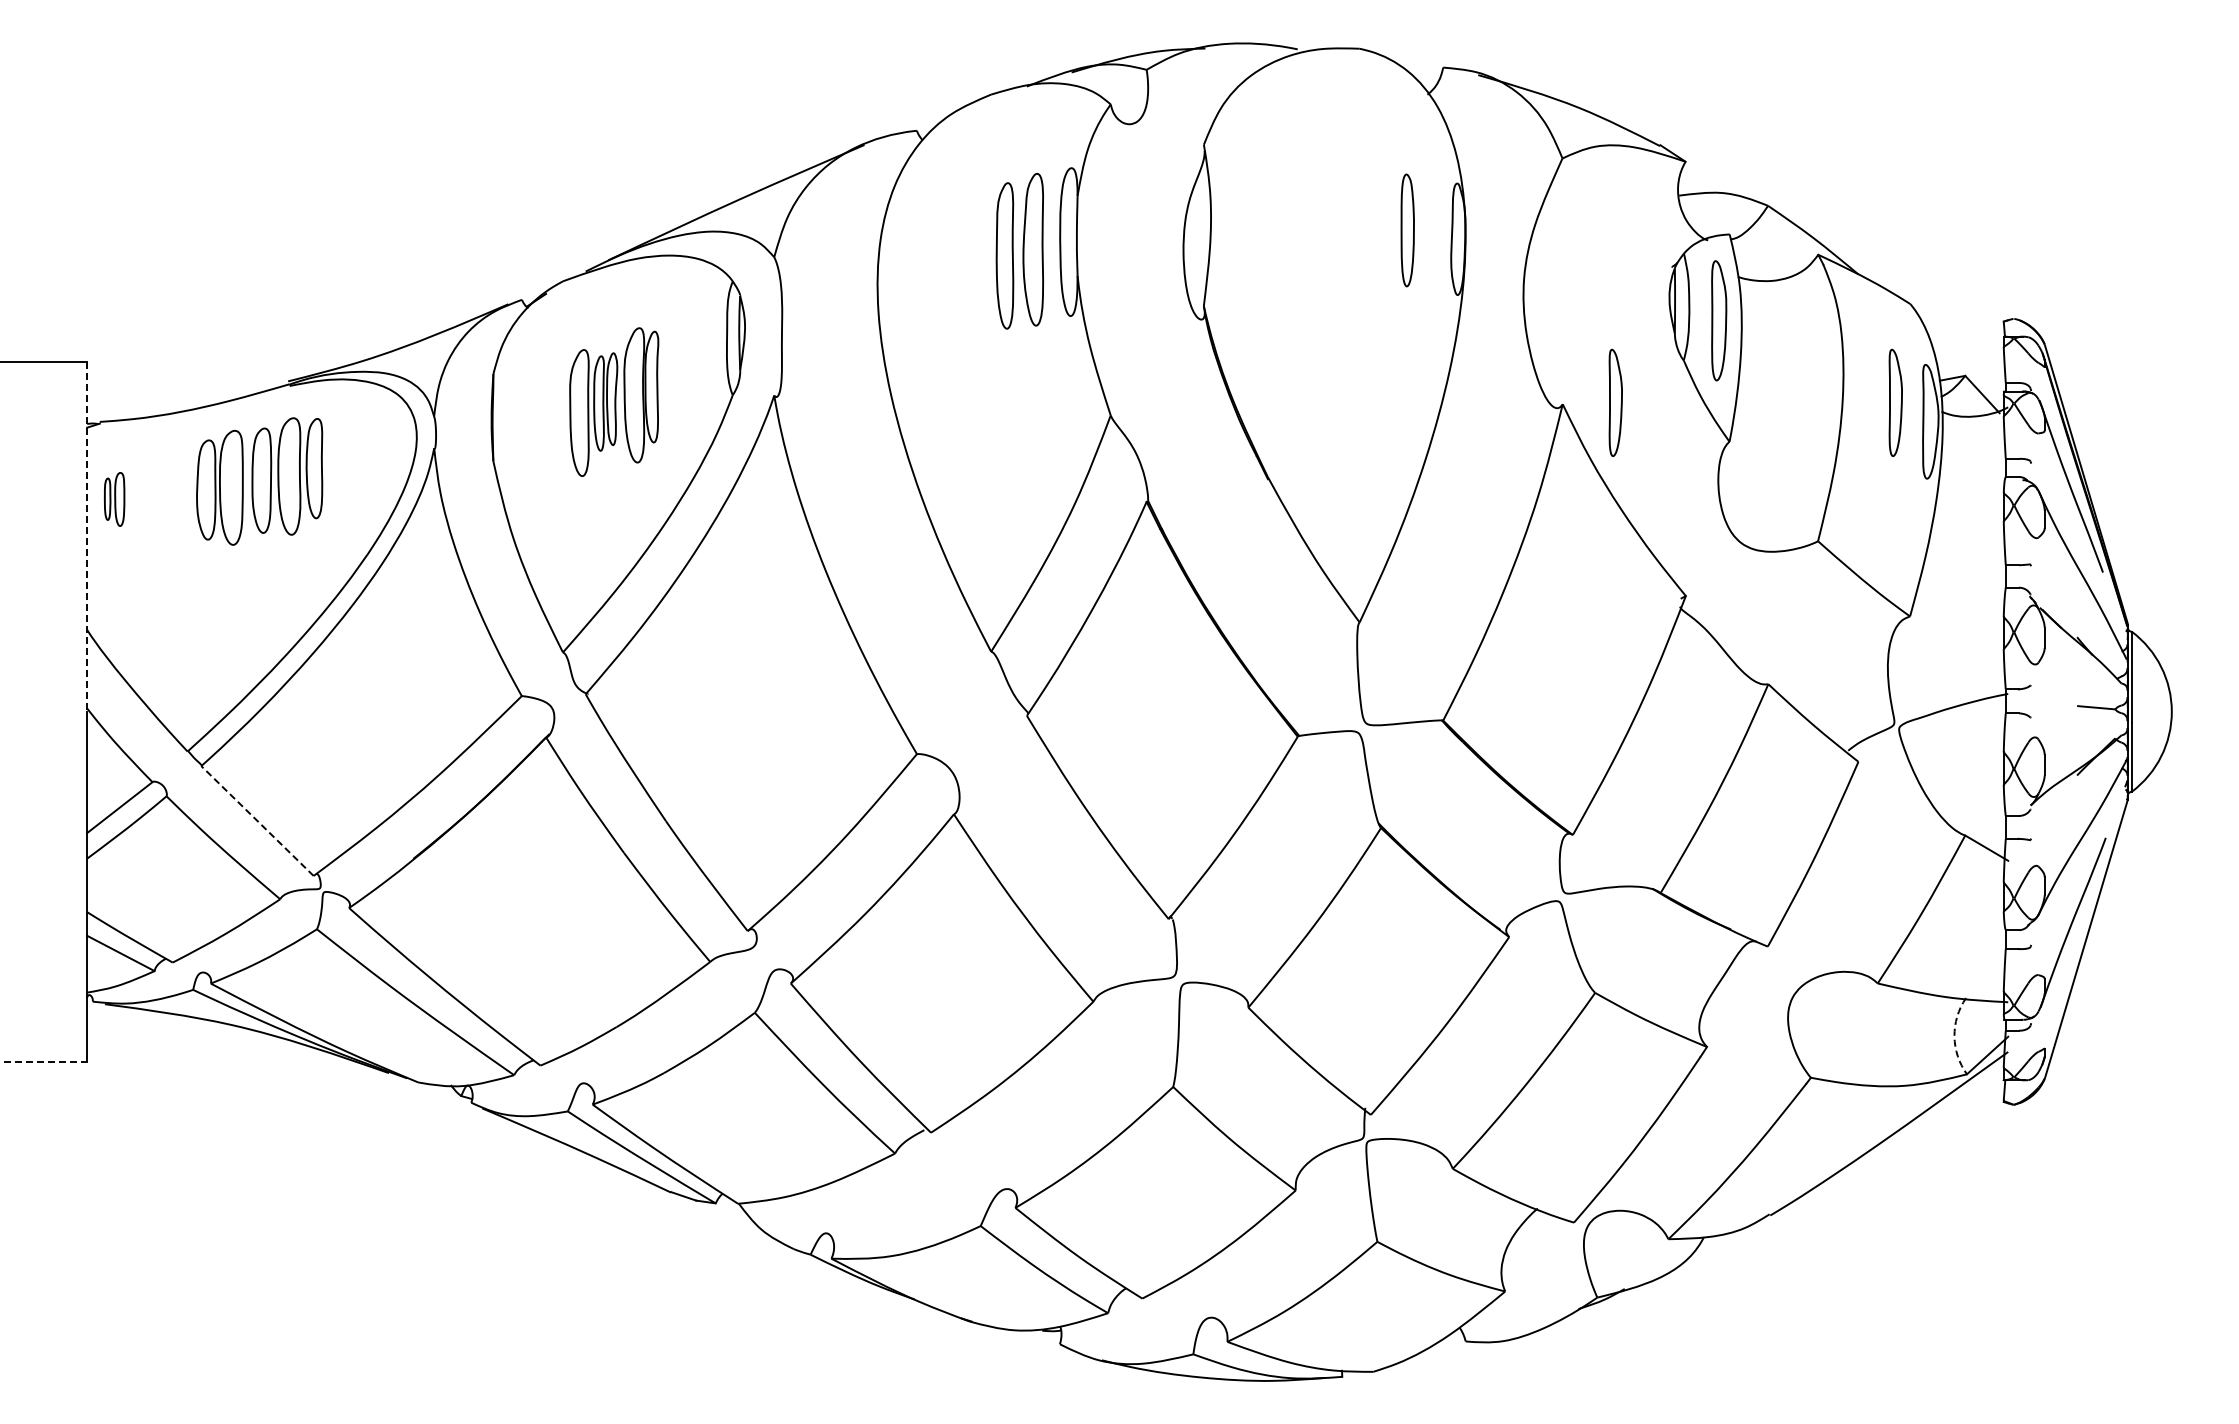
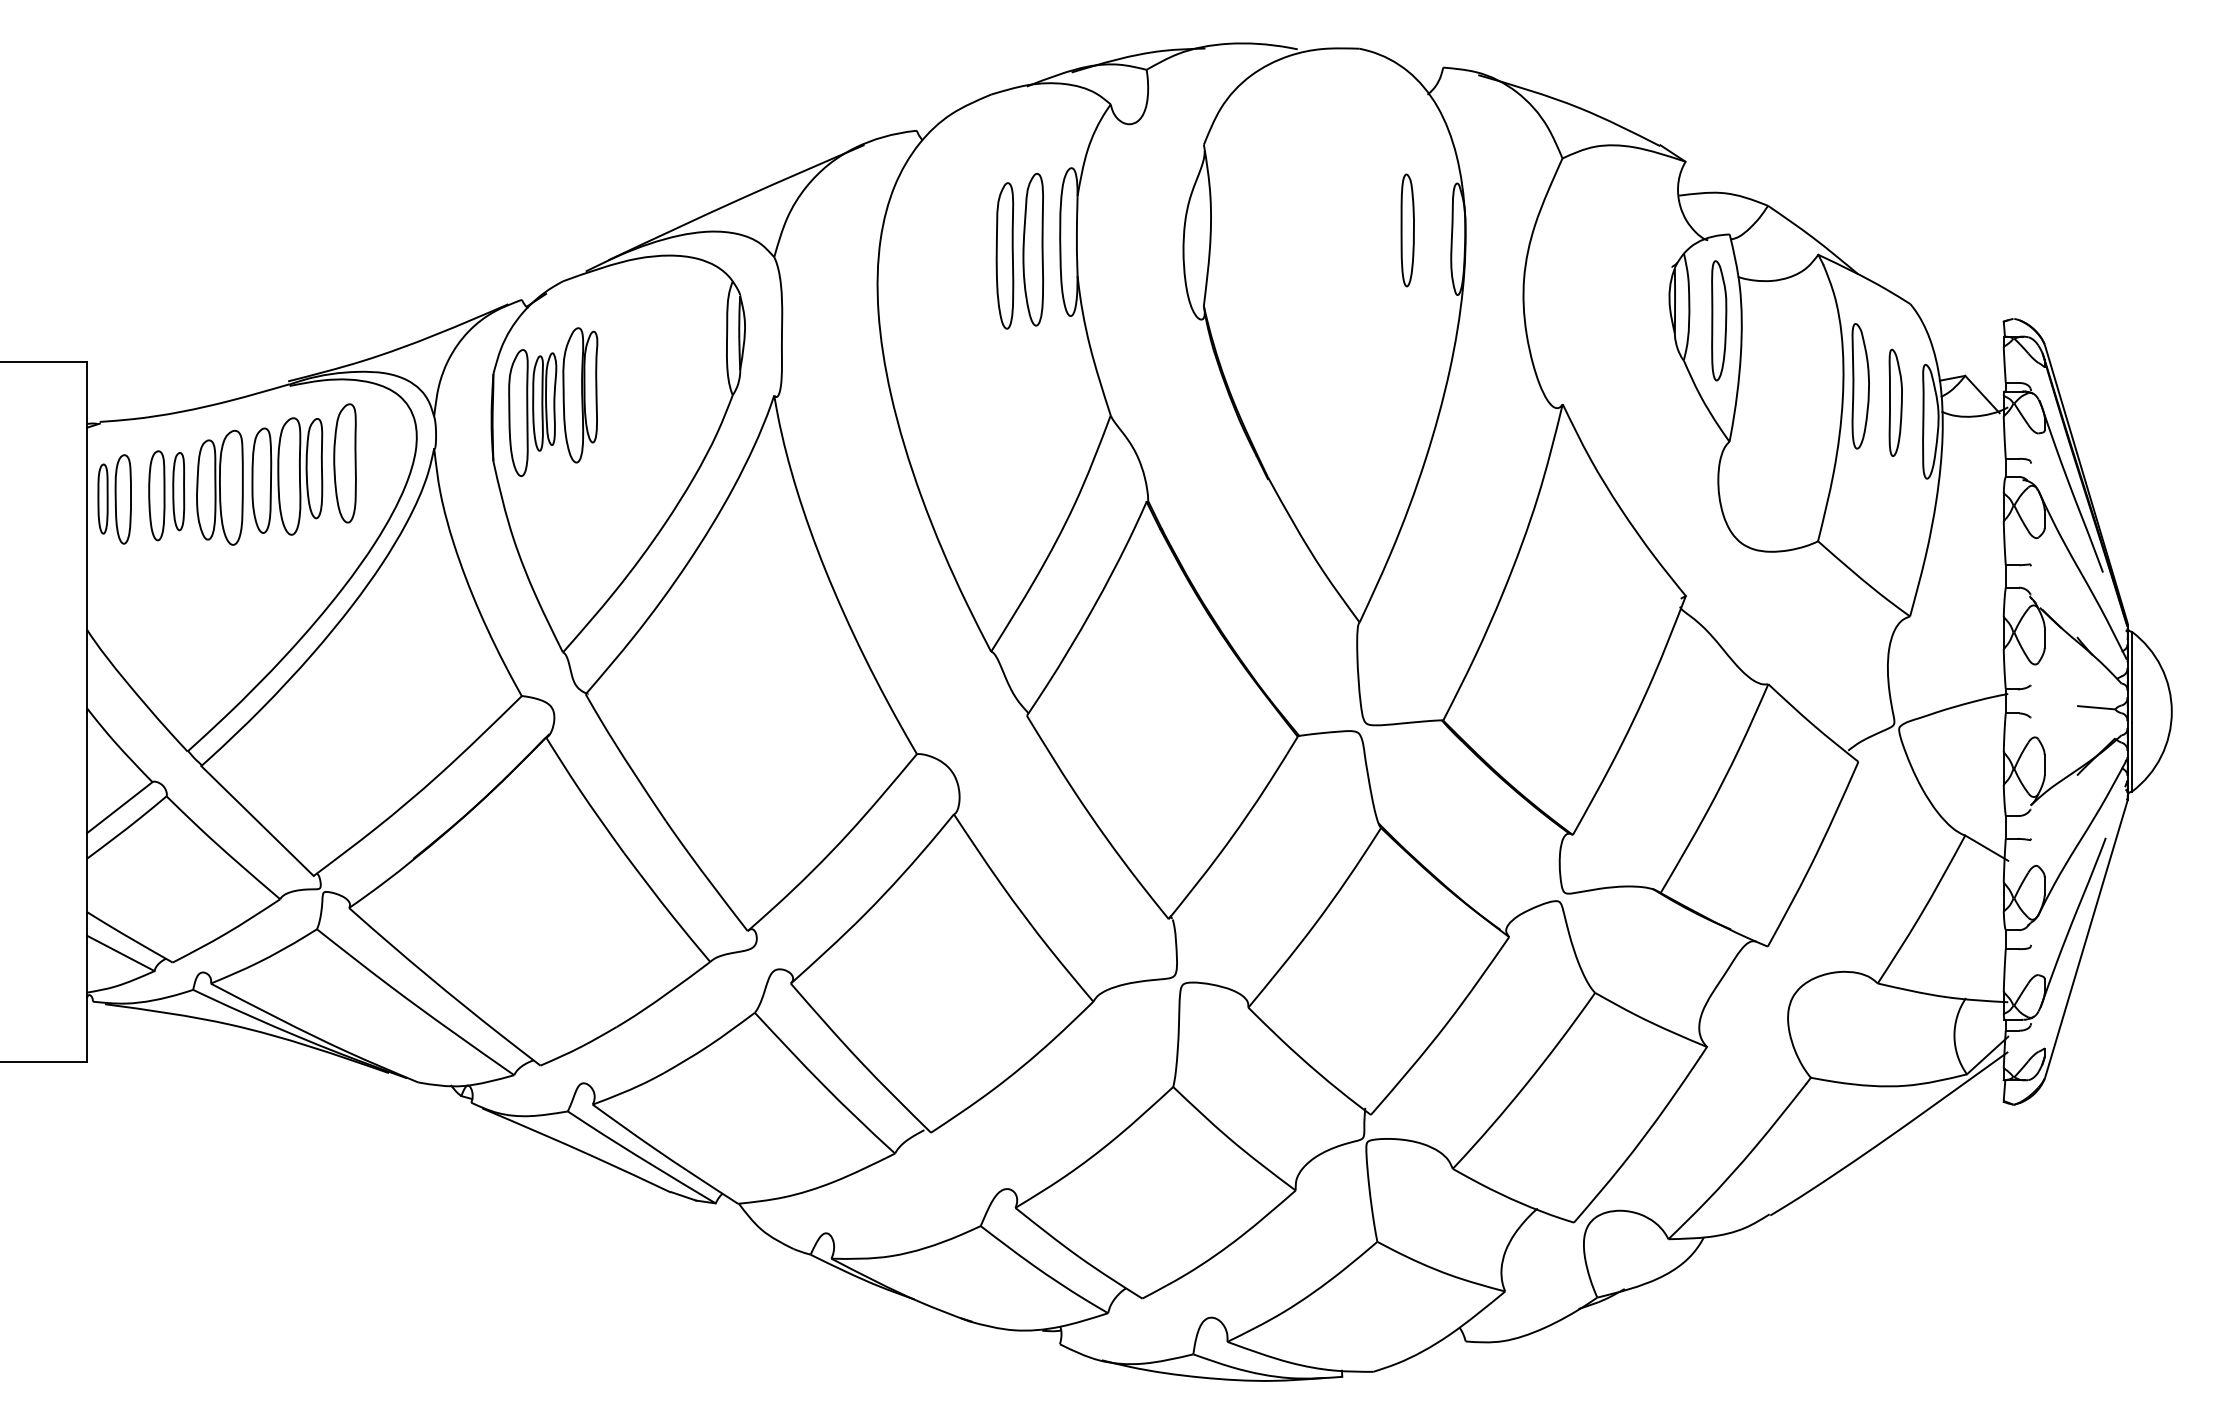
part at (1860, 386): none -> present
part at (614, 401) position: (614, 401) -> (553, 401)
part at (1615, 402): present -> none
part at (344, 463): none -> present
part at (166, 495): none -> present
part at (114, 499) size: 22x55 px -> 35x91 px
line at (87, 537): dashed -> solid
line at (257, 821): dashed -> solid
arc at (1954, 1036): dashed -> solid
line at (44, 1061): dashed -> solid
